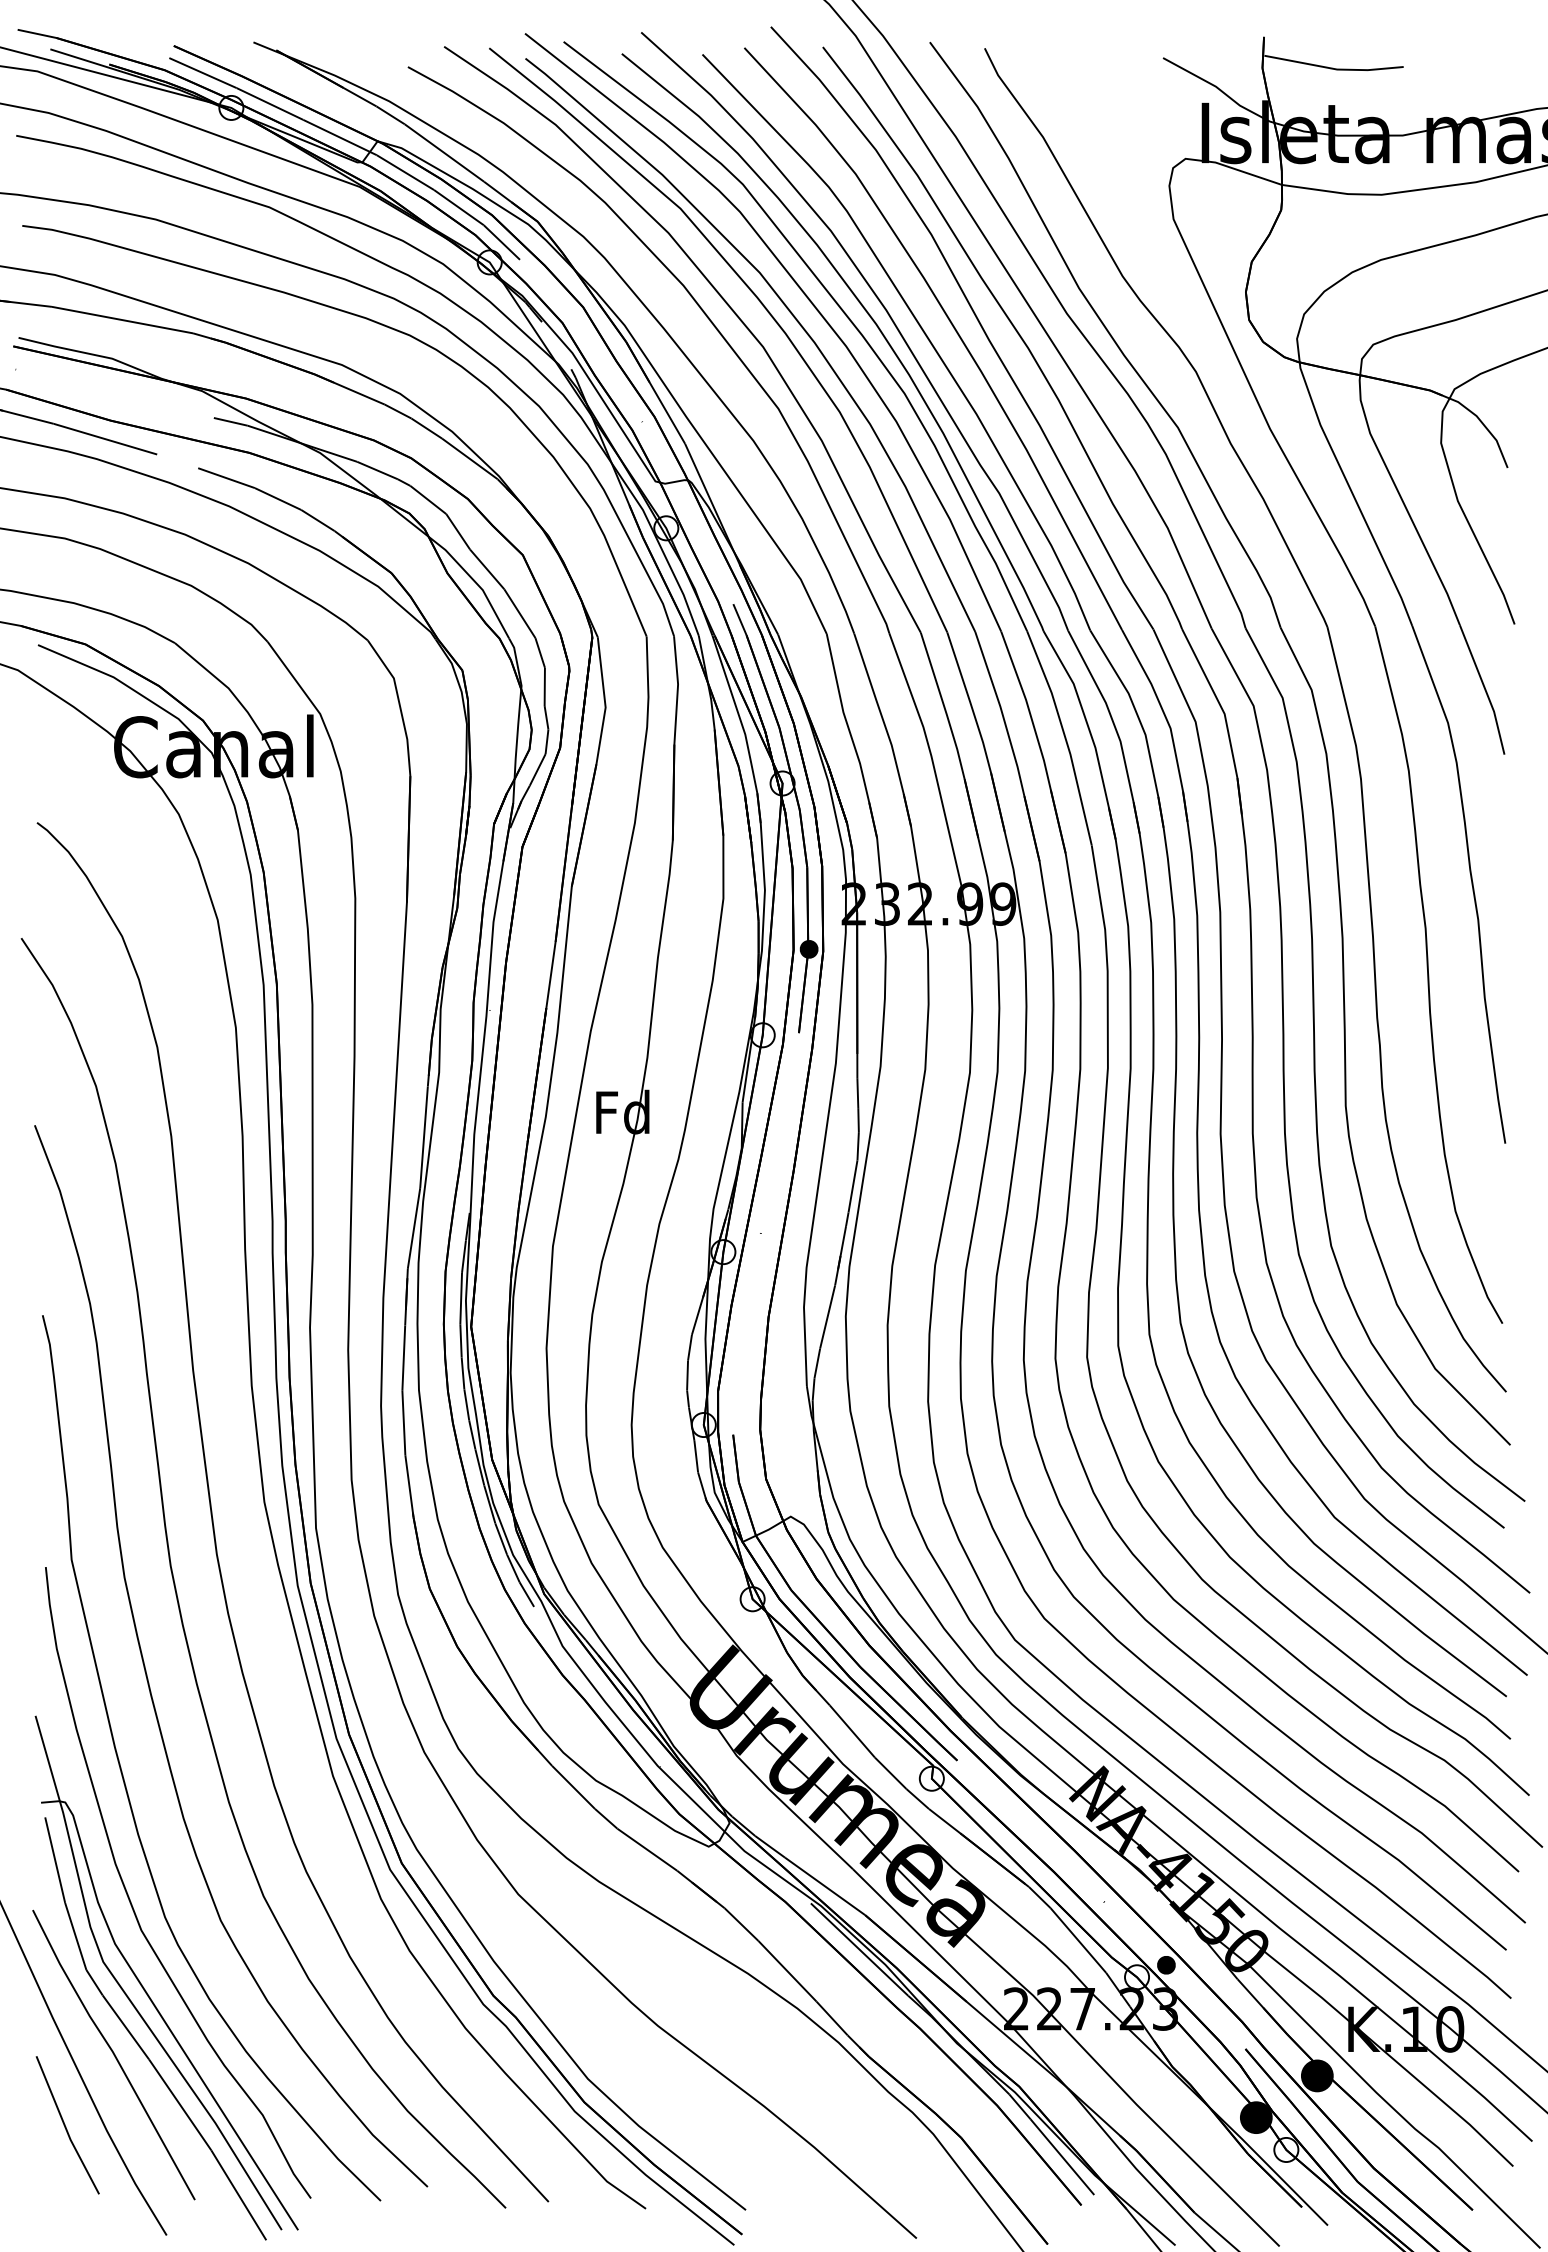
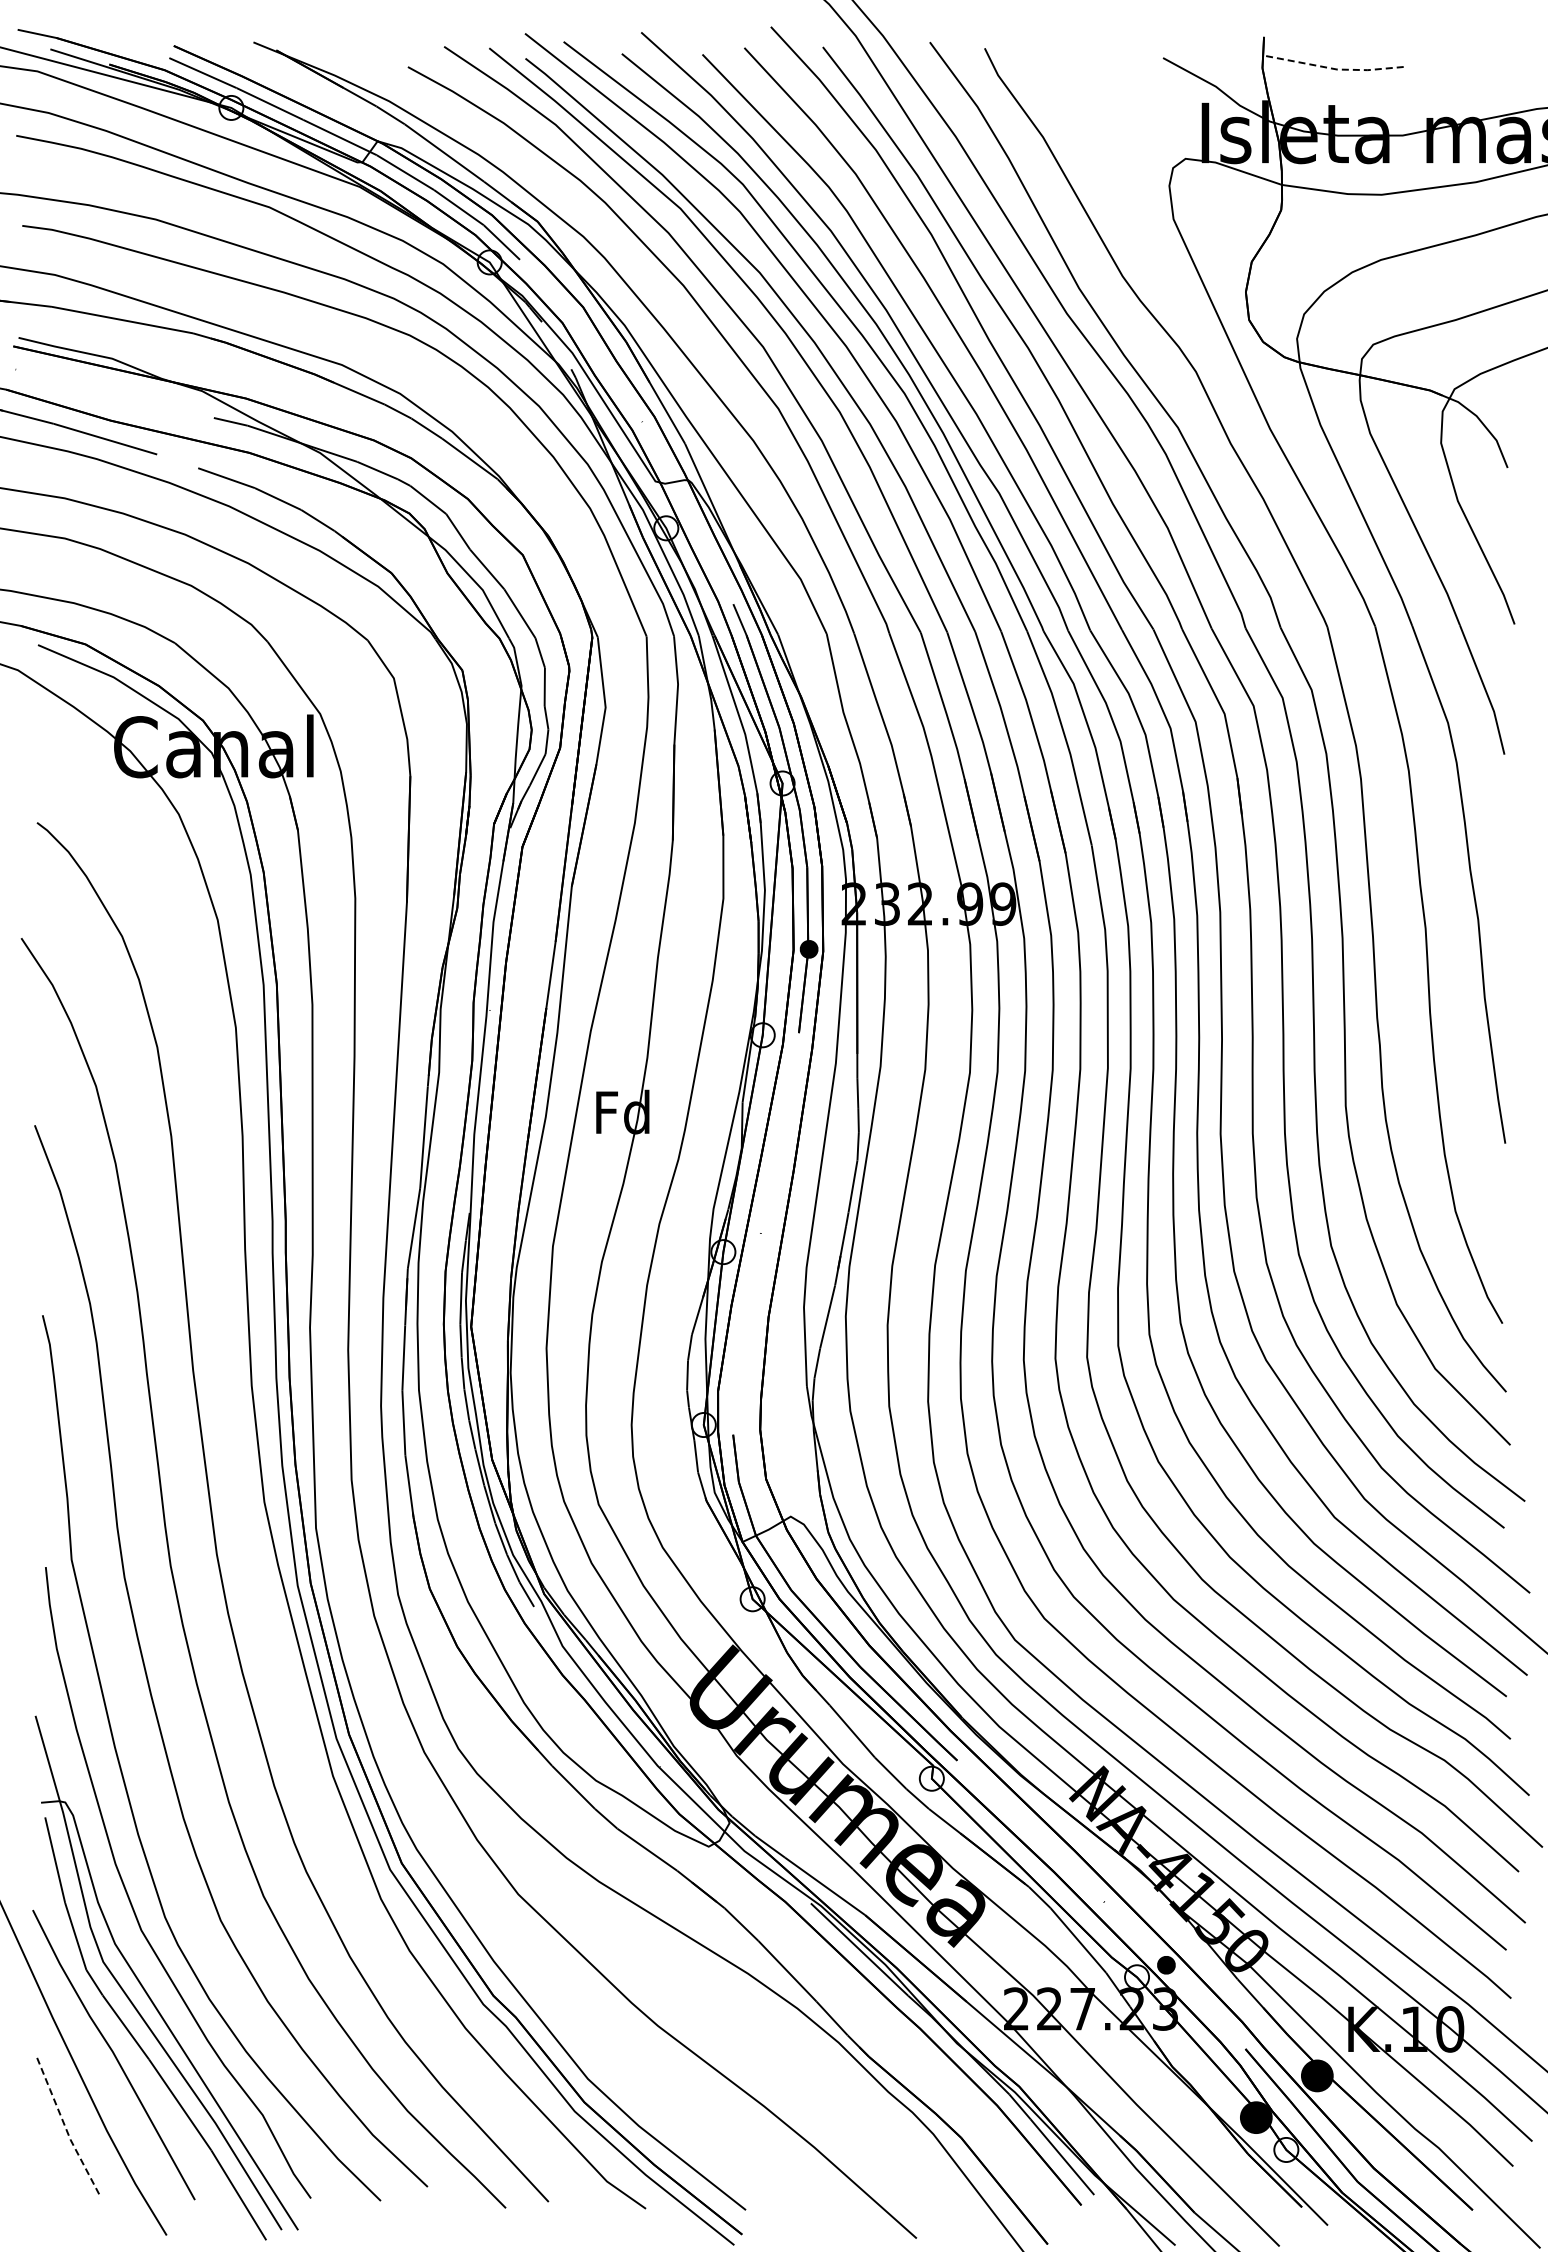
line at (1335, 69): solid -> dashed
line at (65, 2126): solid -> dashed
